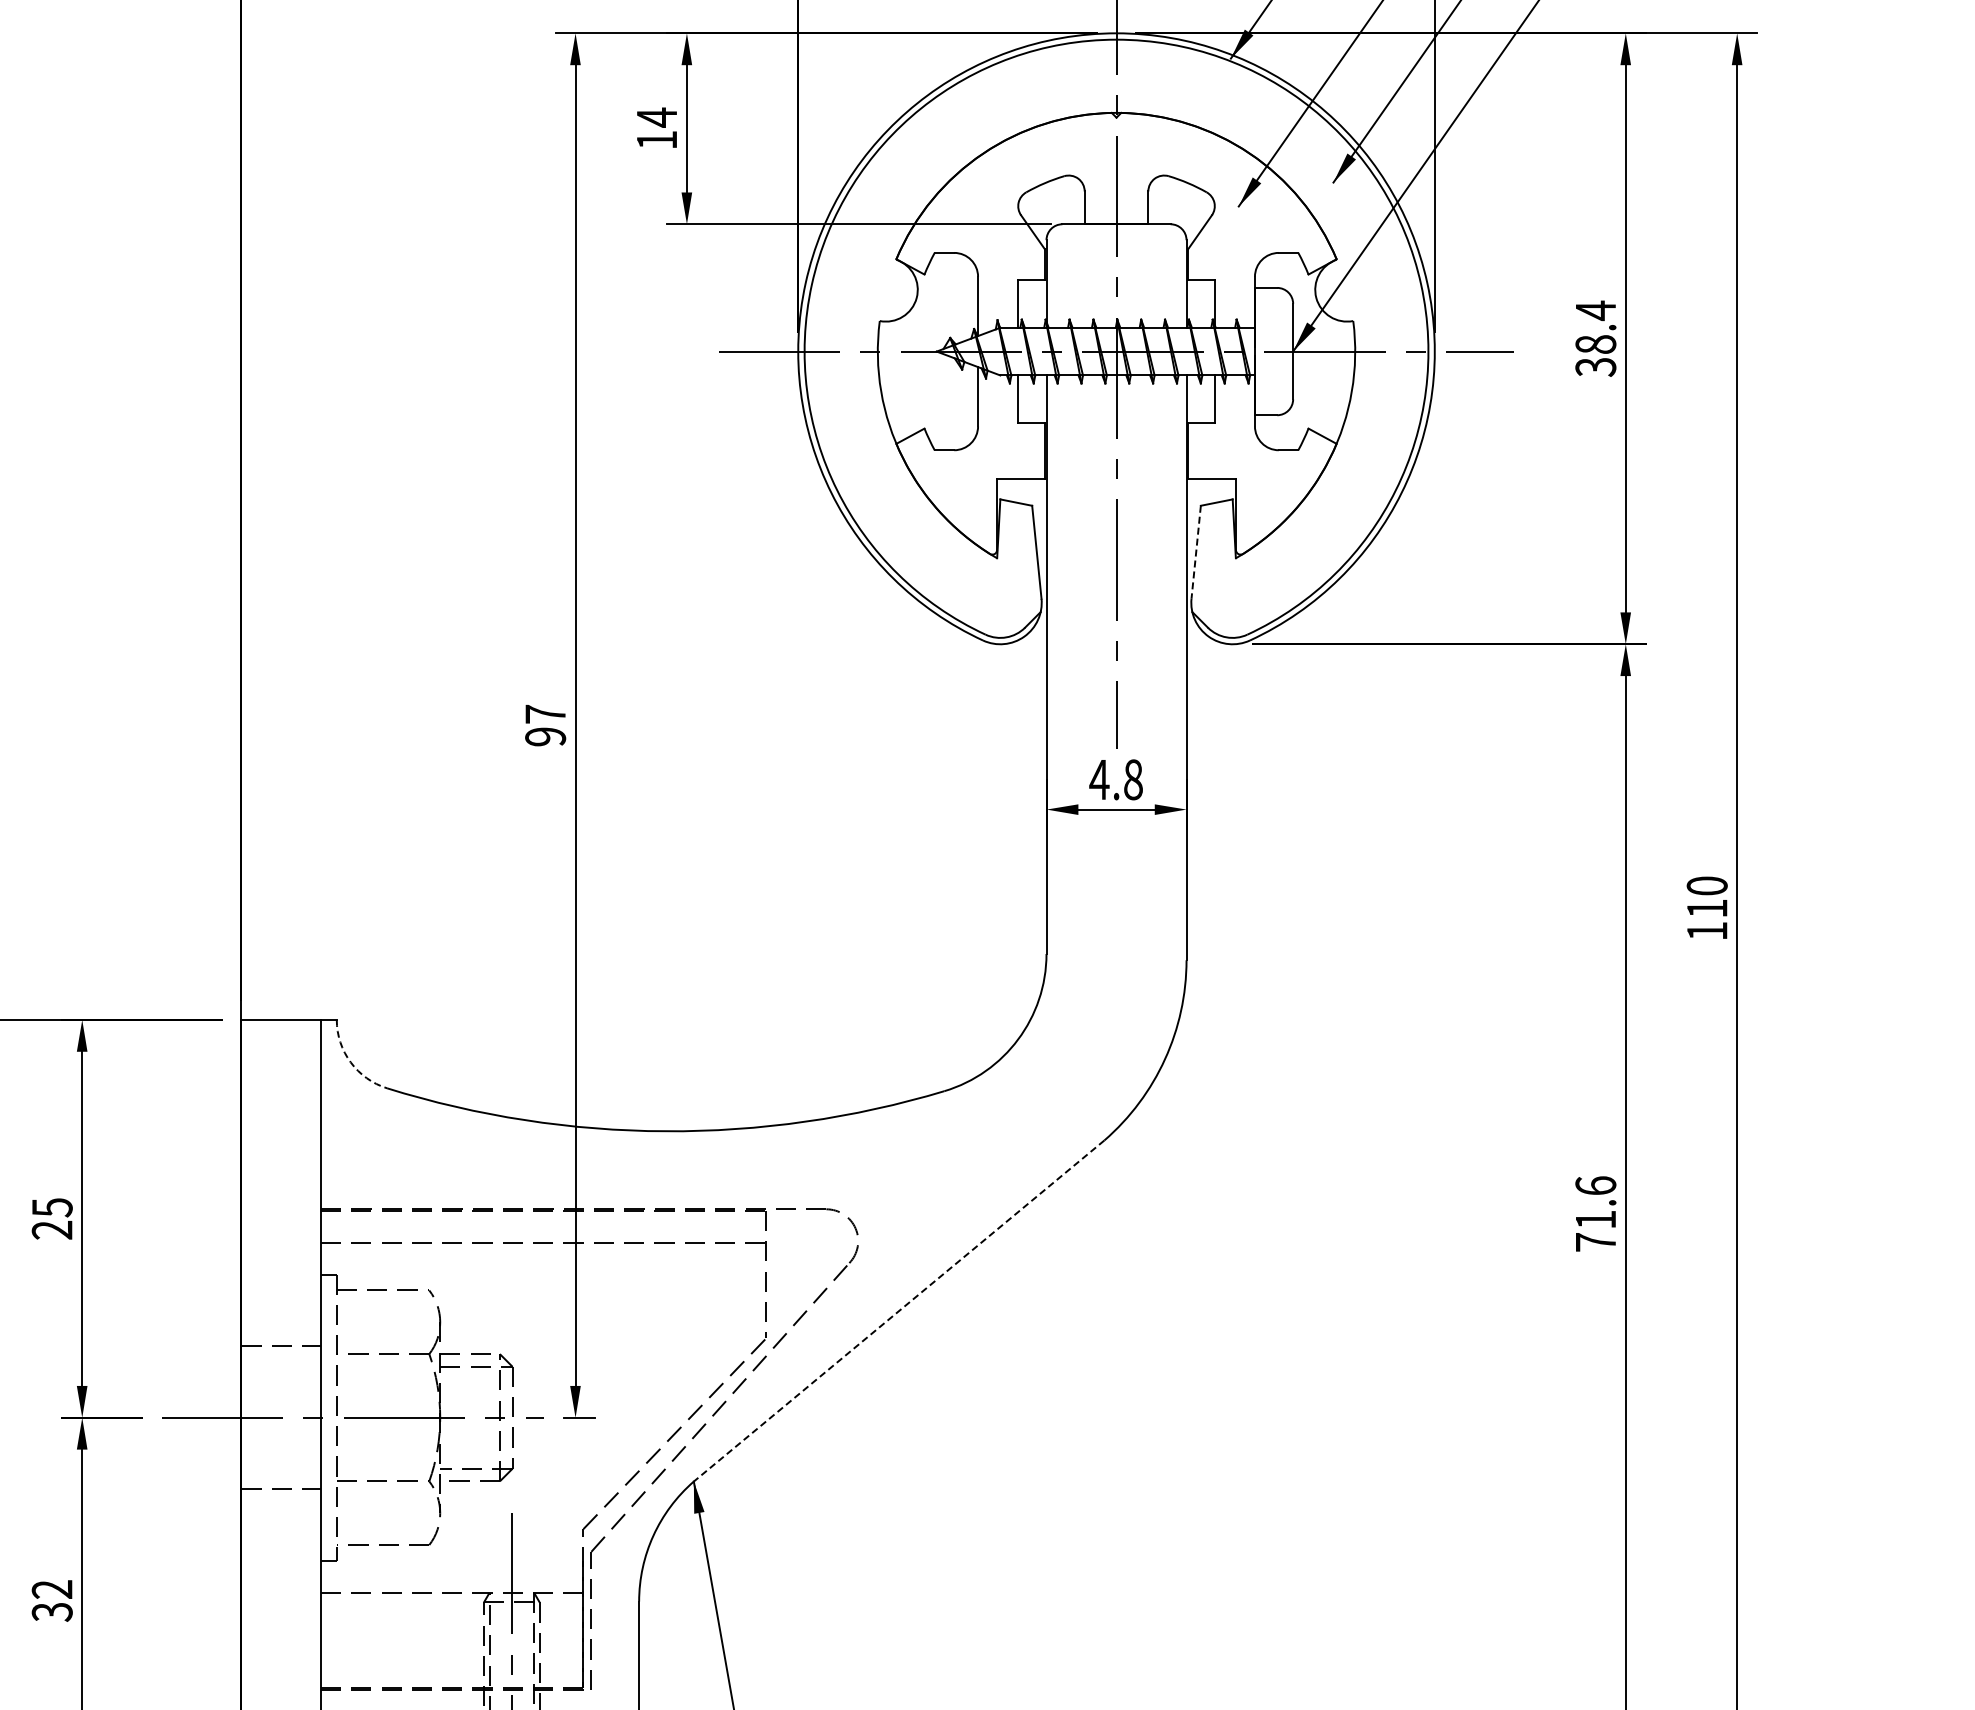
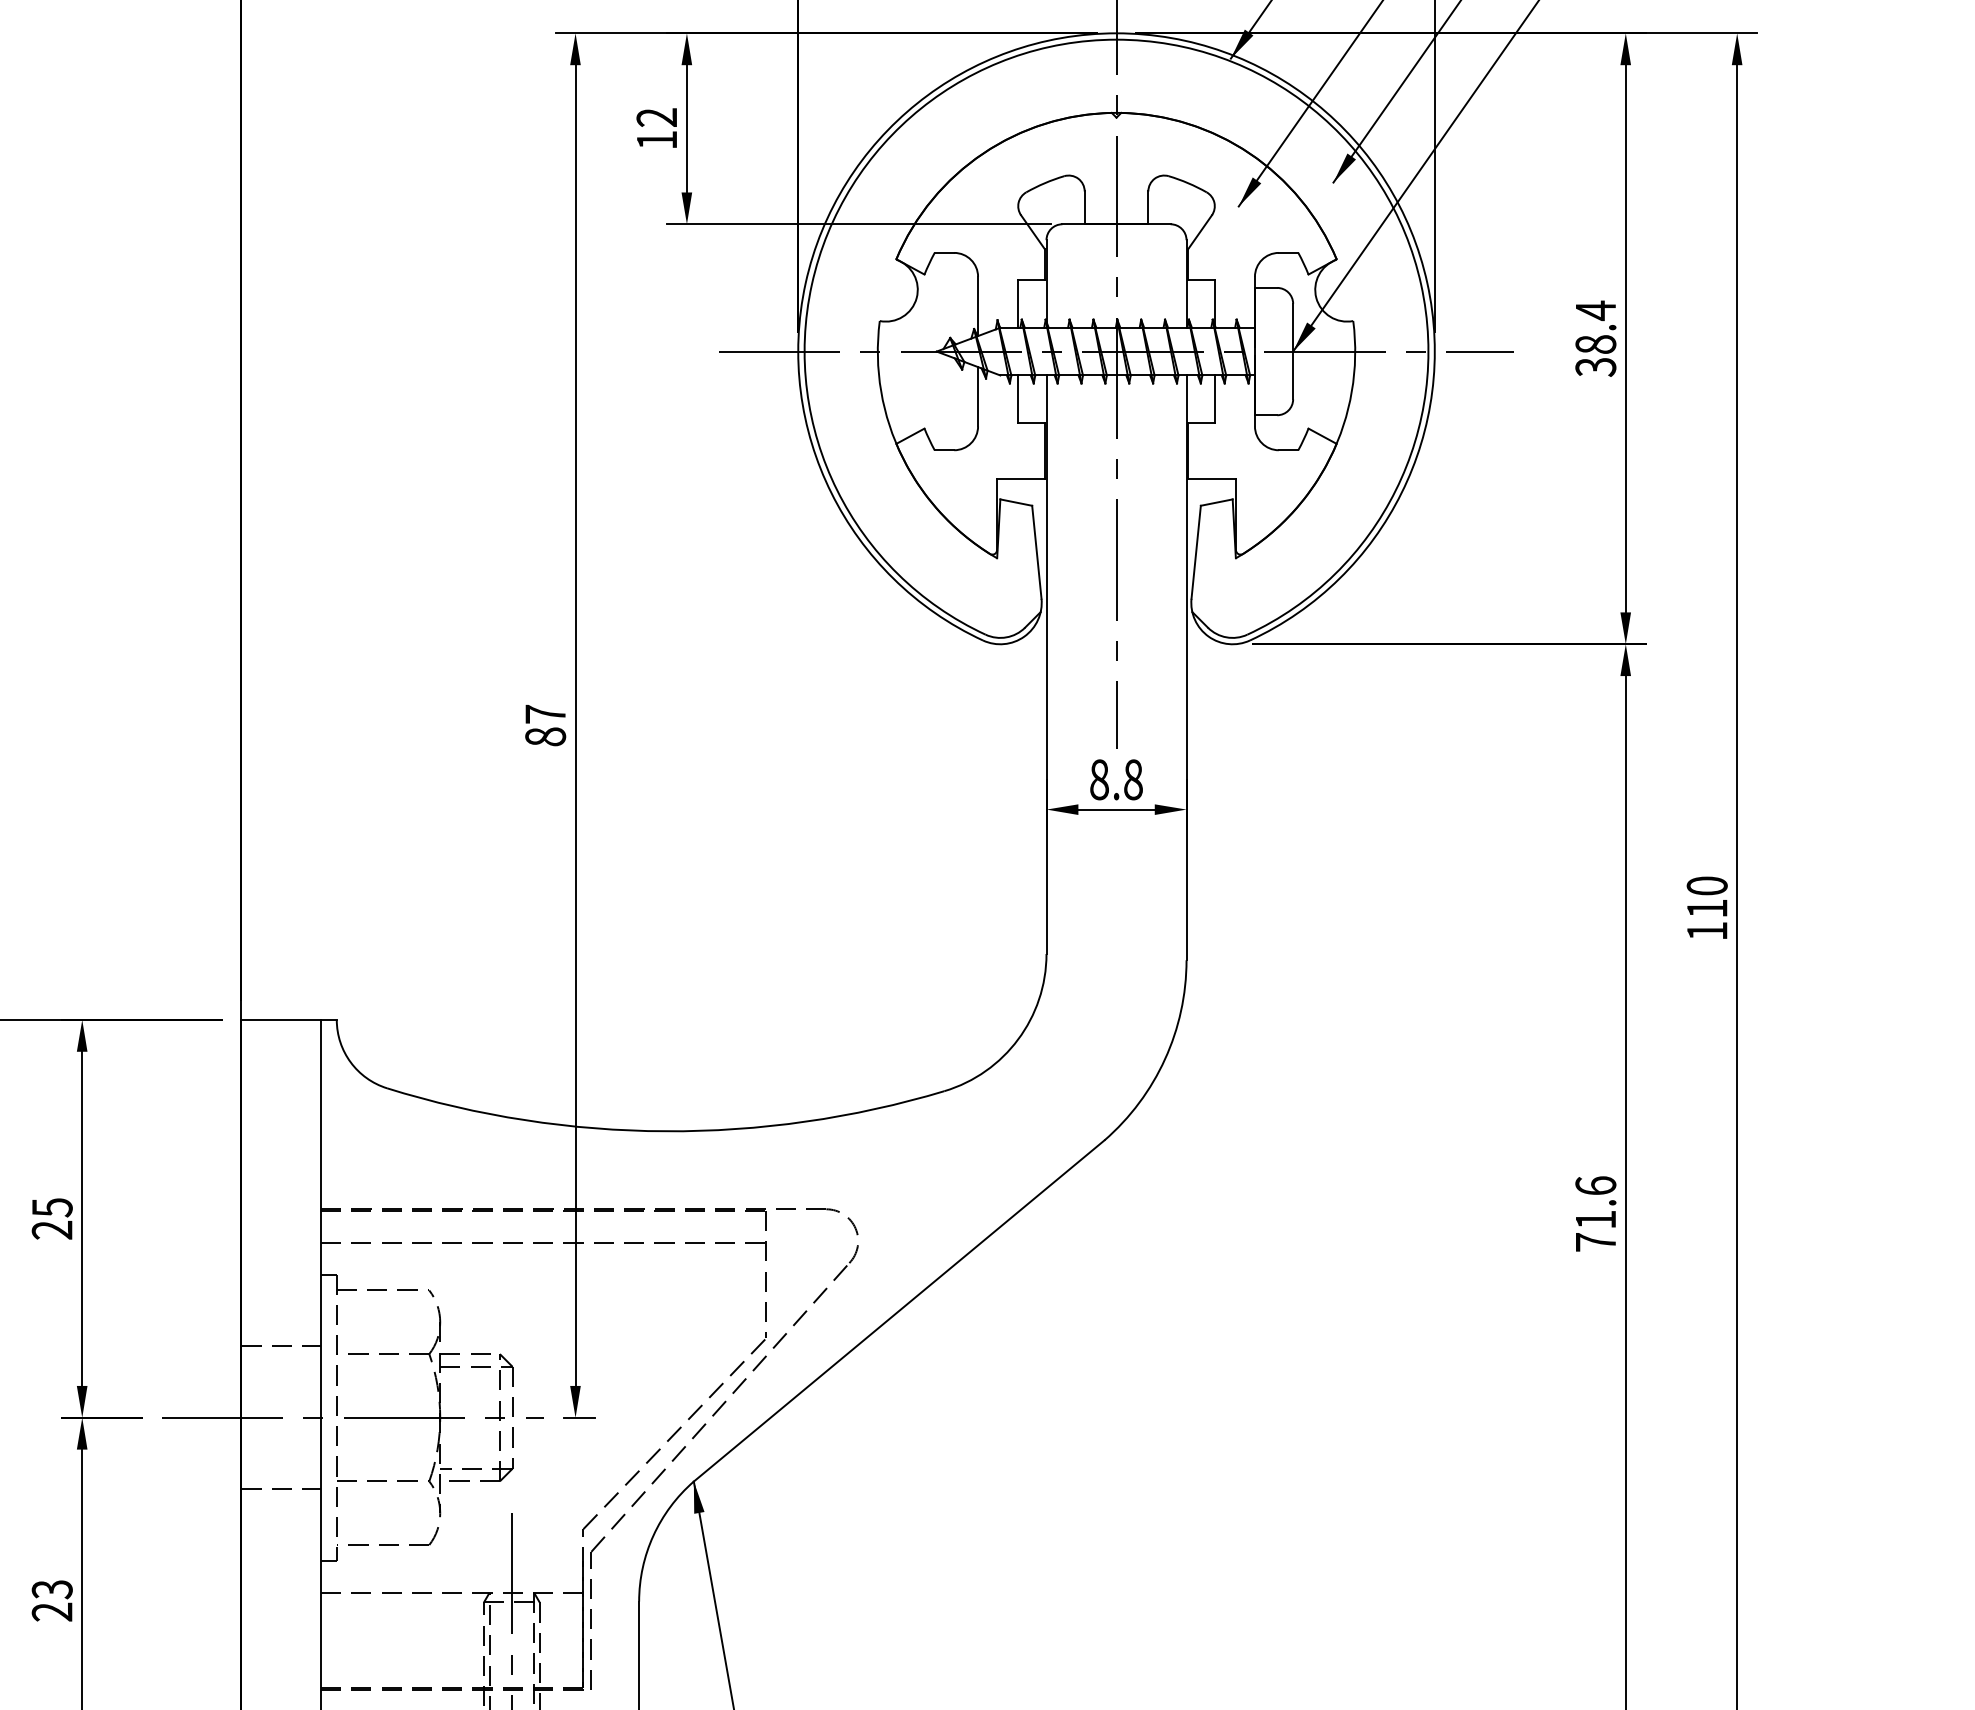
text at (656, 117): 14 -> 12
line at (1196, 552): dashed -> solid
text at (545, 736): 97 -> 87
text at (1099, 779): 4.8 -> 8.8
arc at (350, 1062): dashed -> solid
line at (899, 1310): dashed -> solid
text at (52, 1600): 32 -> 23
